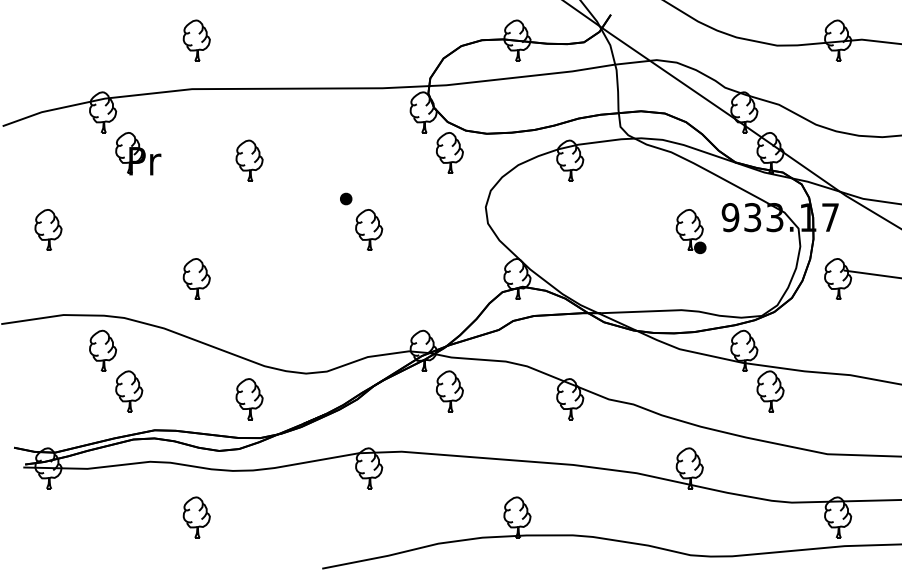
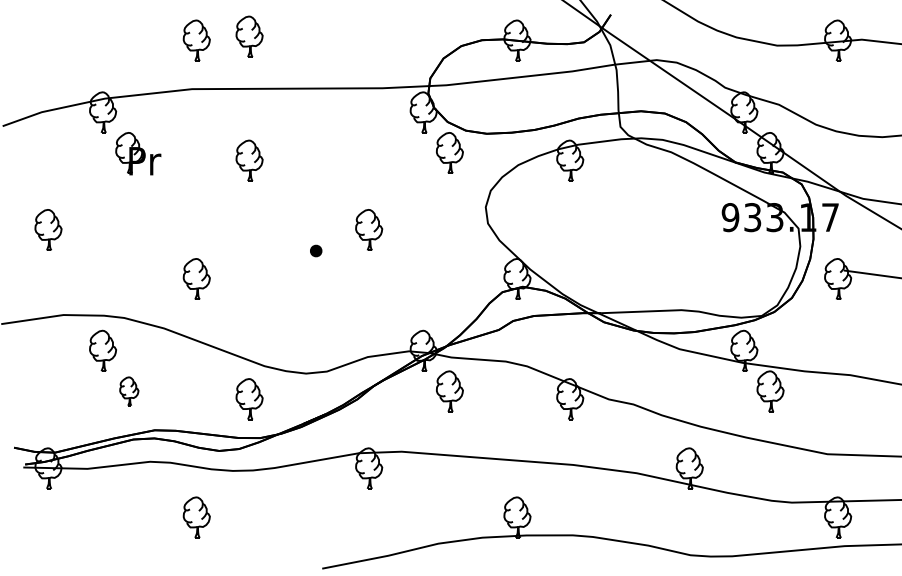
part at (249, 36): none -> present
part at (346, 198) position: (346, 198) -> (316, 250)
part at (690, 231): present -> none
part at (129, 391) size: 29x43 px -> 21x31 px
